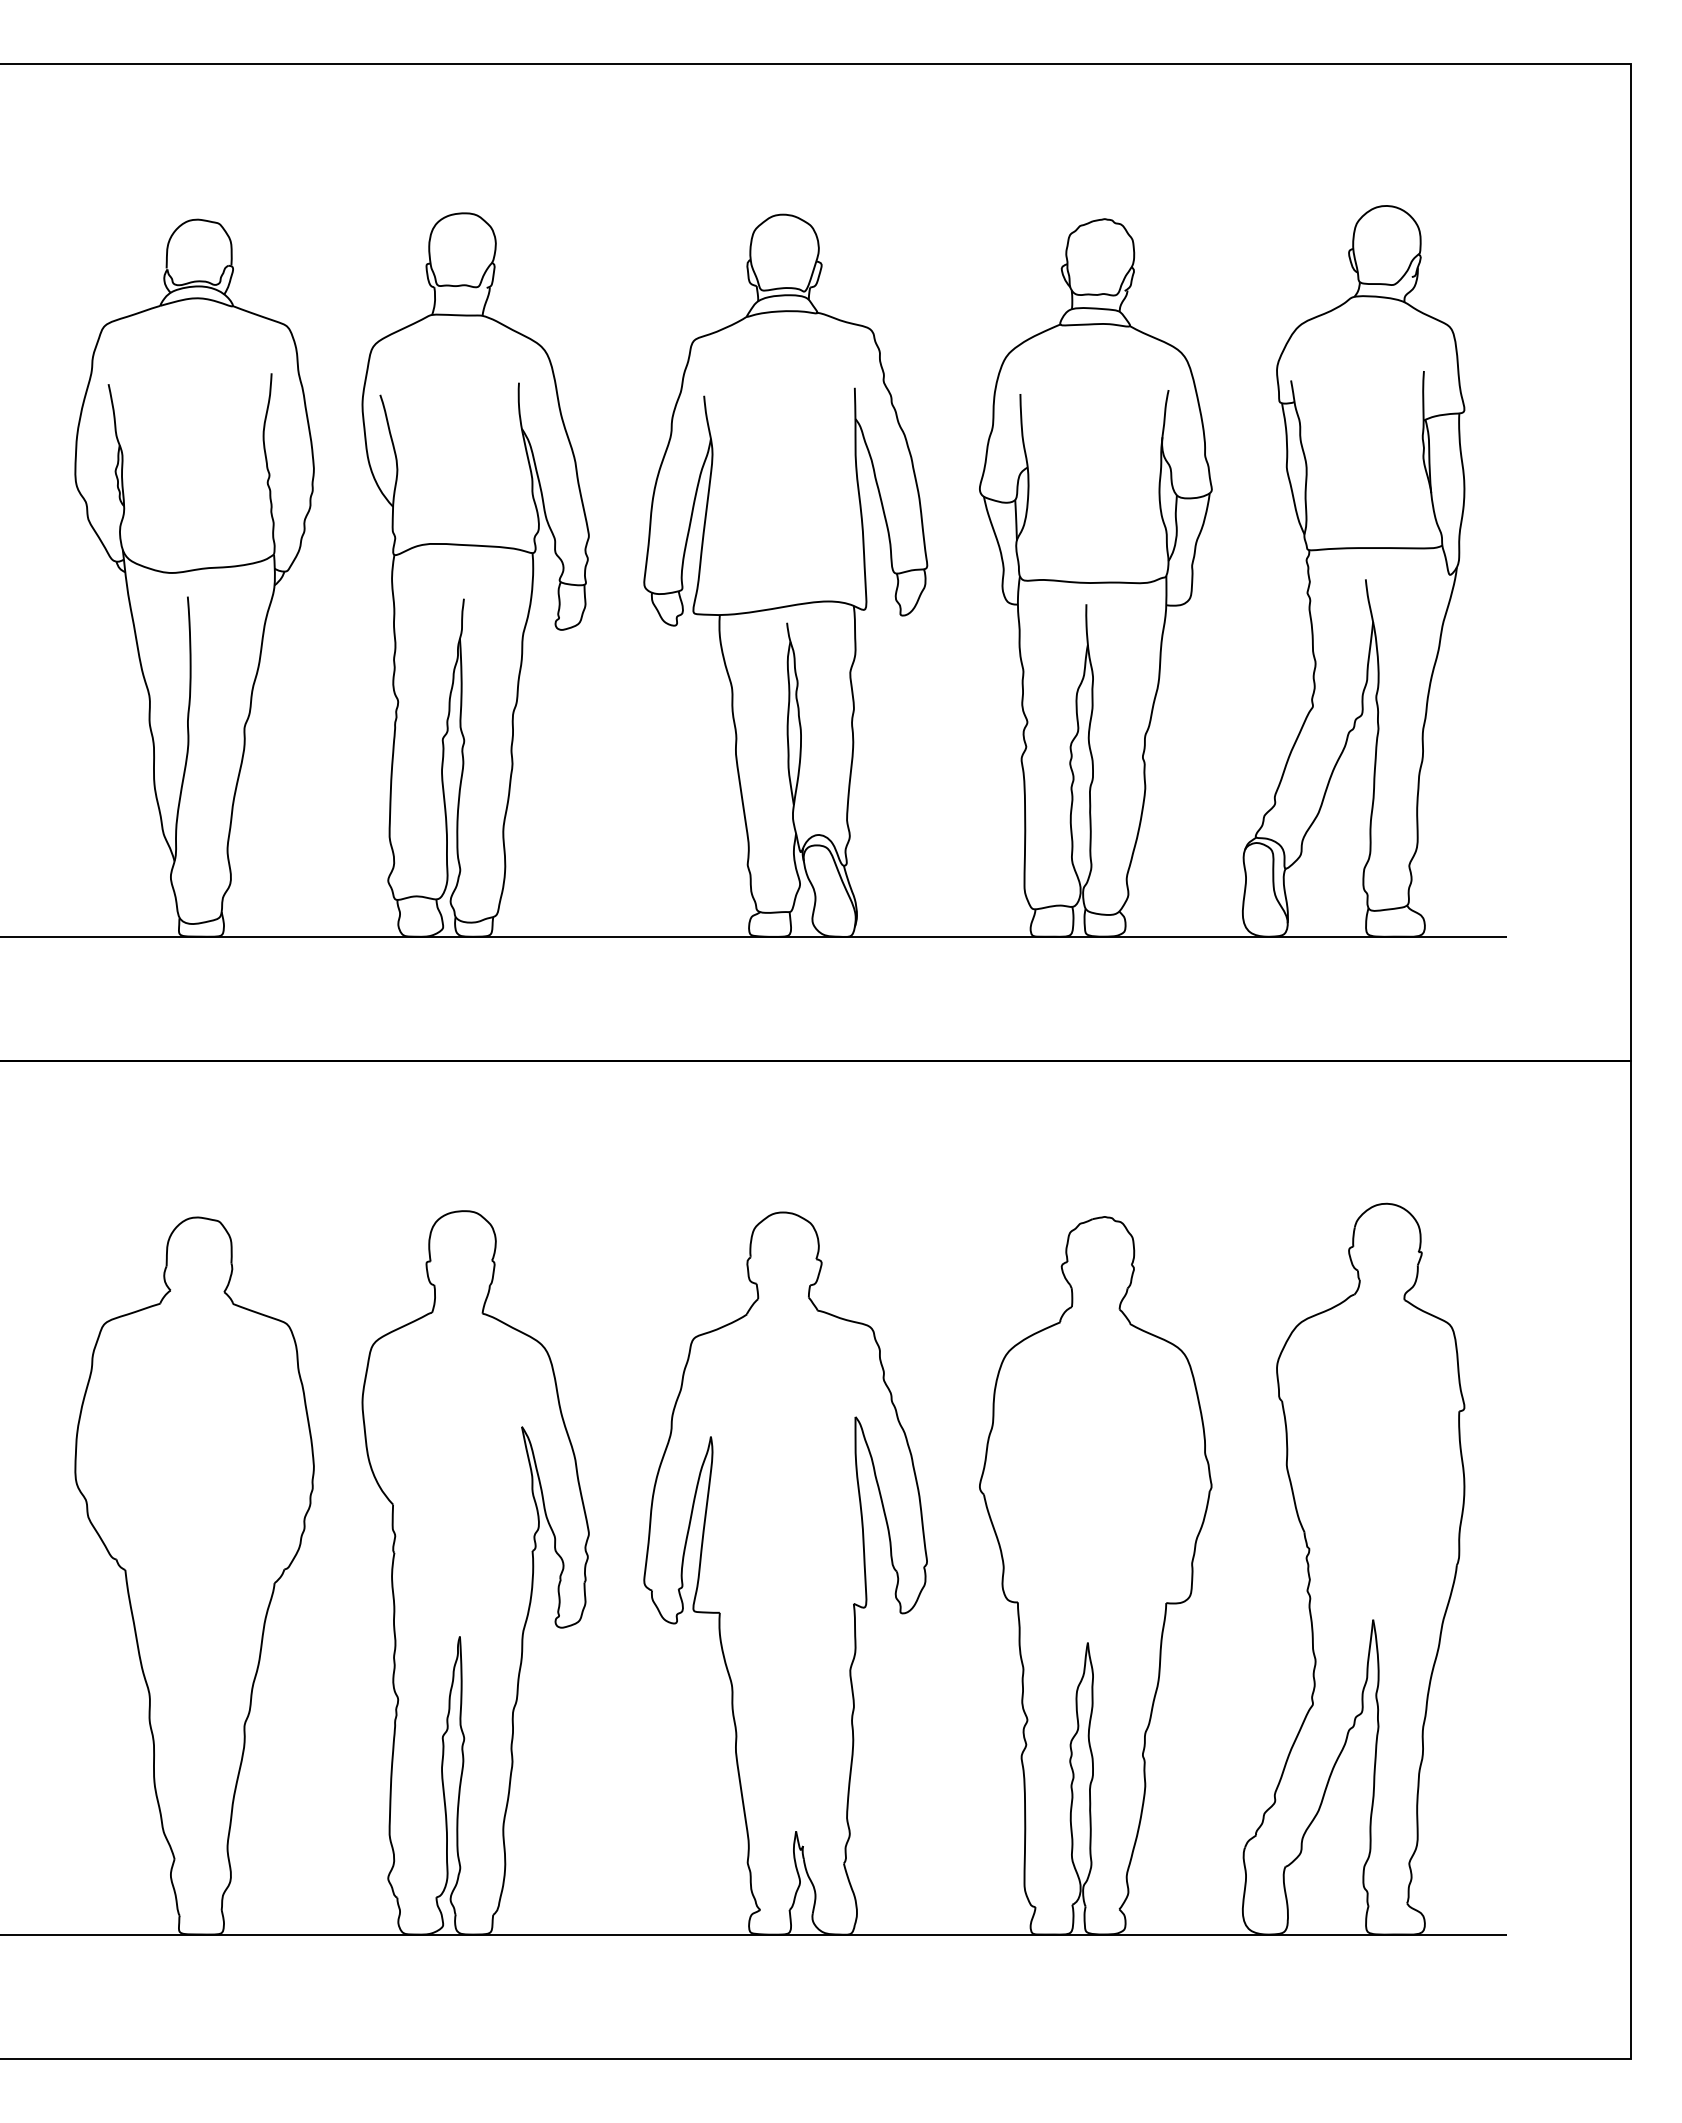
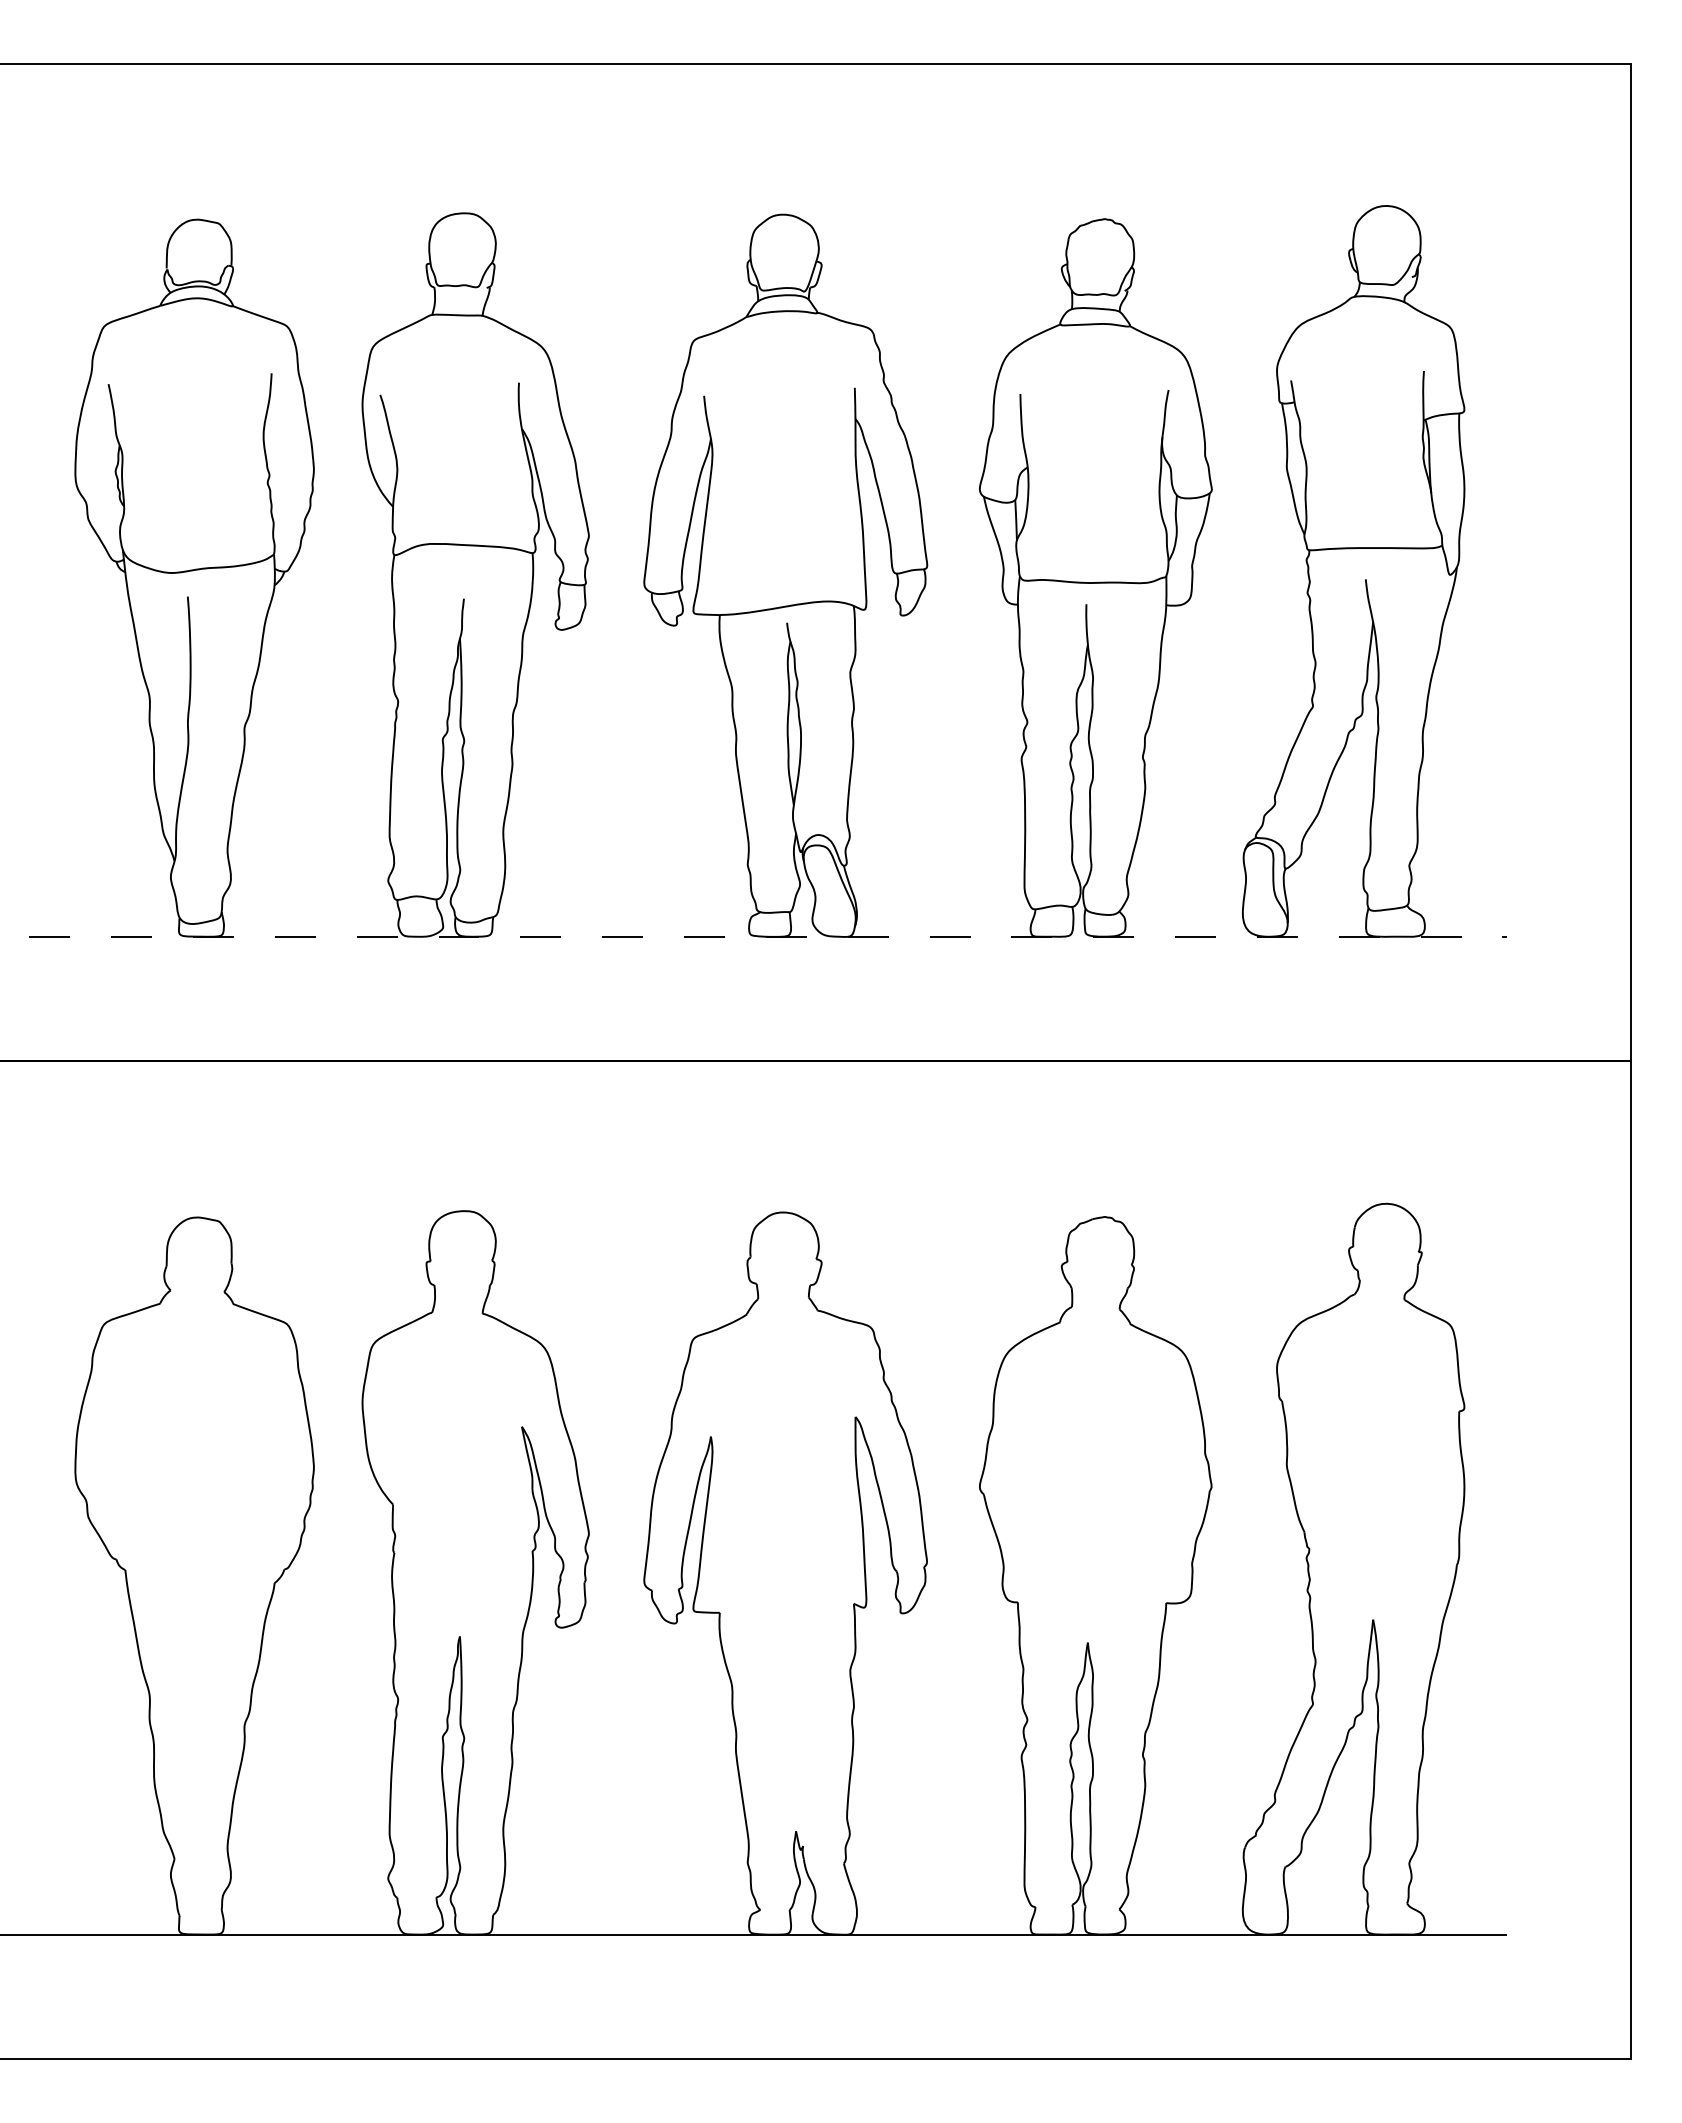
line at (753, 936): solid -> dashed
